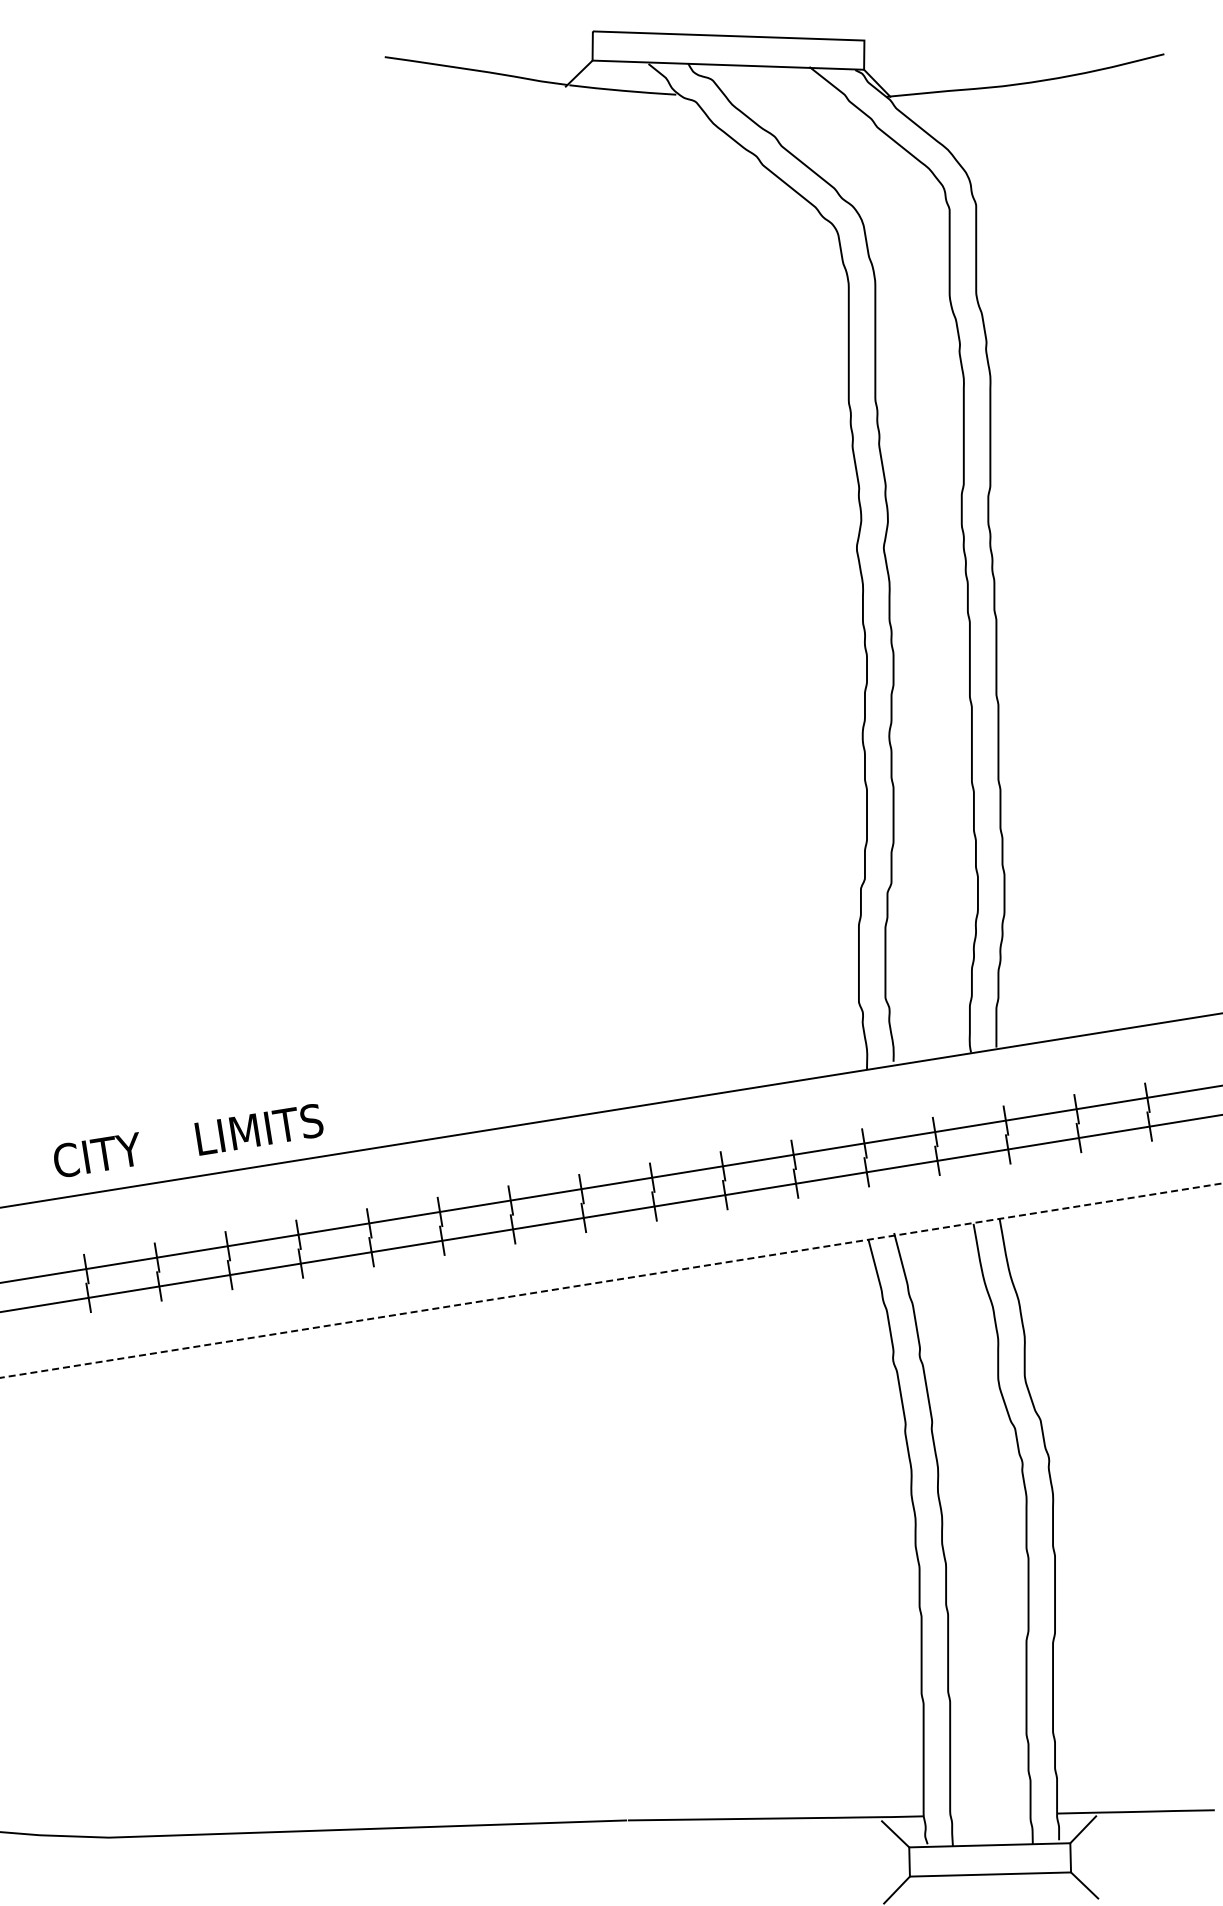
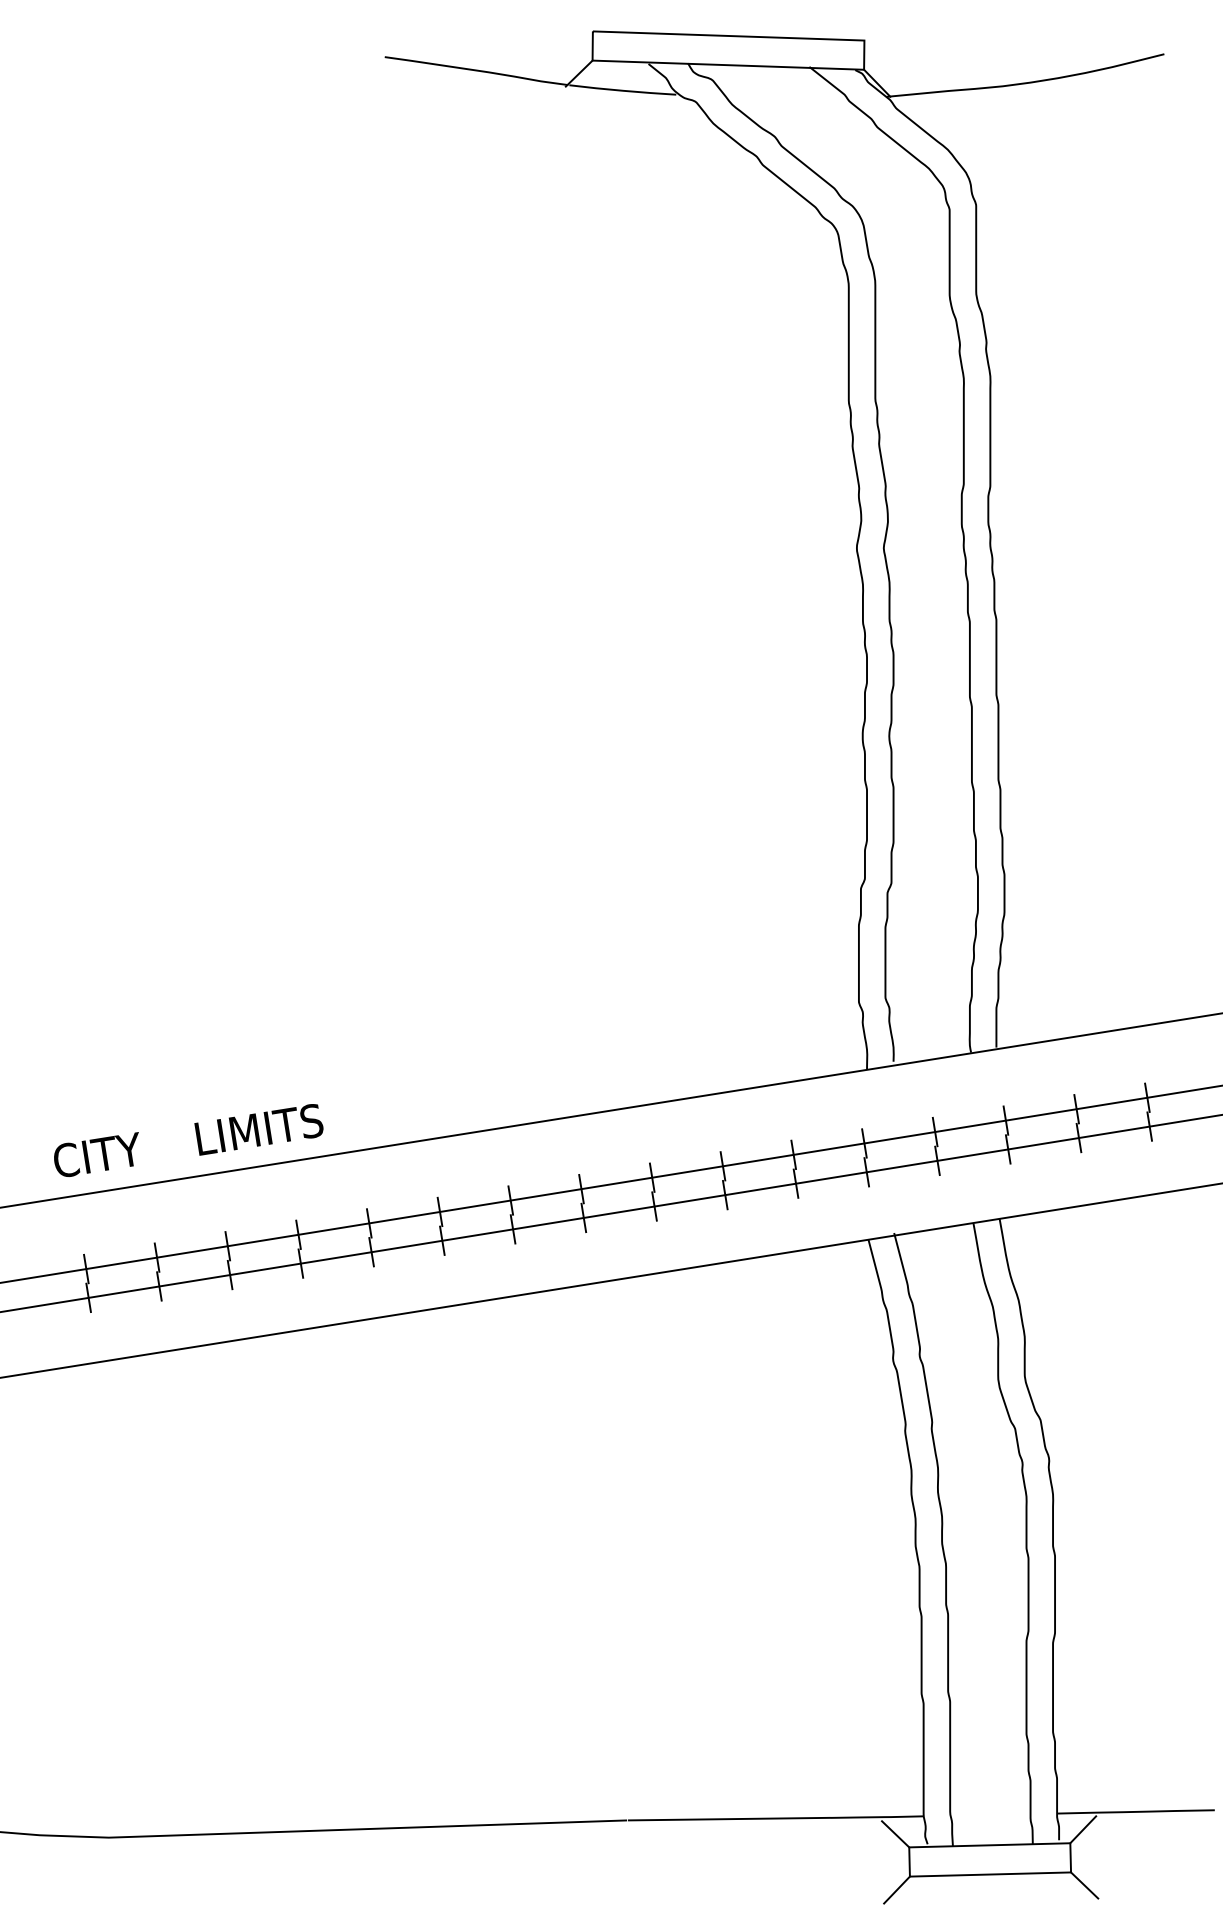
line at (611, 1280): dashed -> solid
